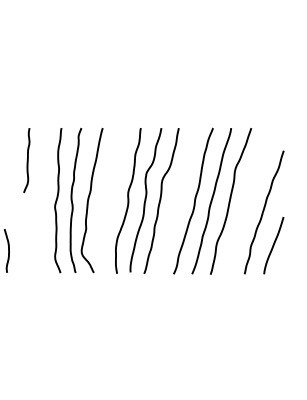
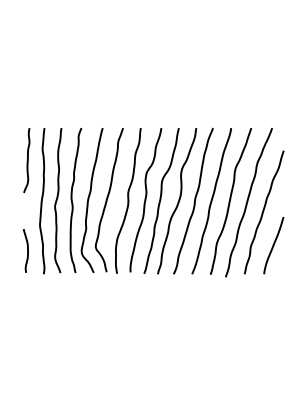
curve at (107, 200): none -> present
curve at (42, 201): none -> present
curve at (178, 201): none -> present
curve at (248, 202): none -> present
curve at (8, 250) position: (8, 250) -> (27, 250)
